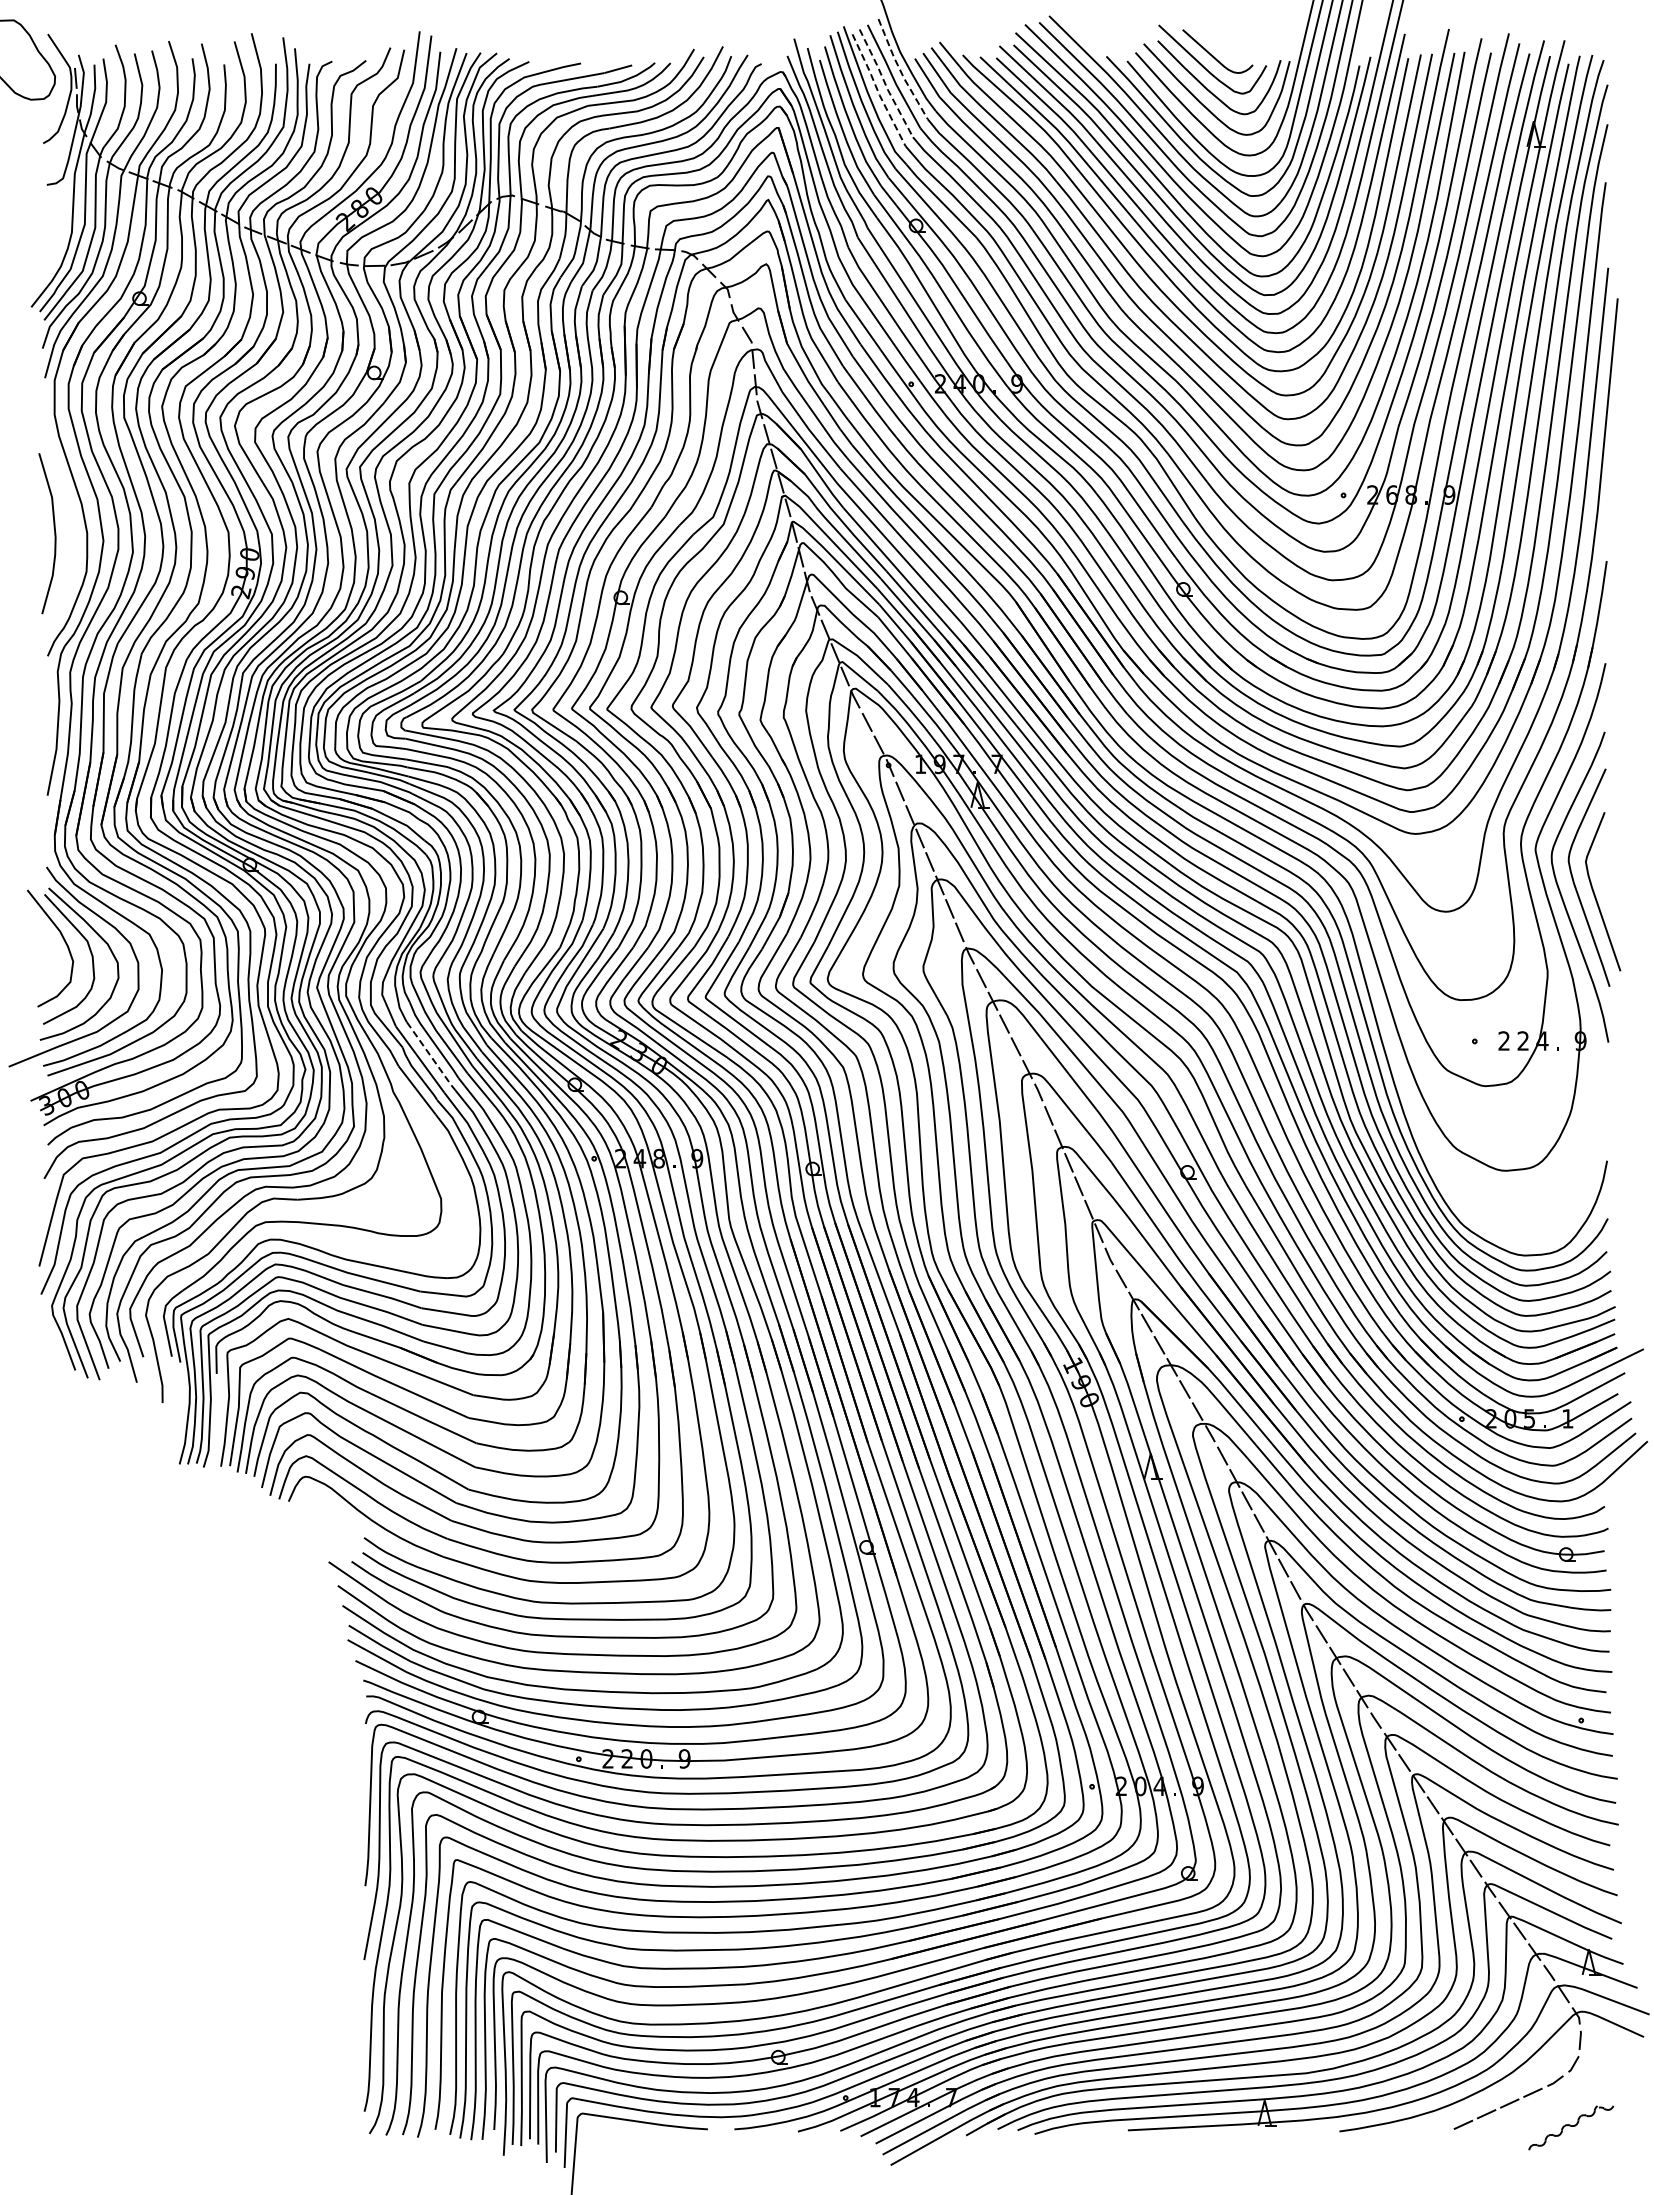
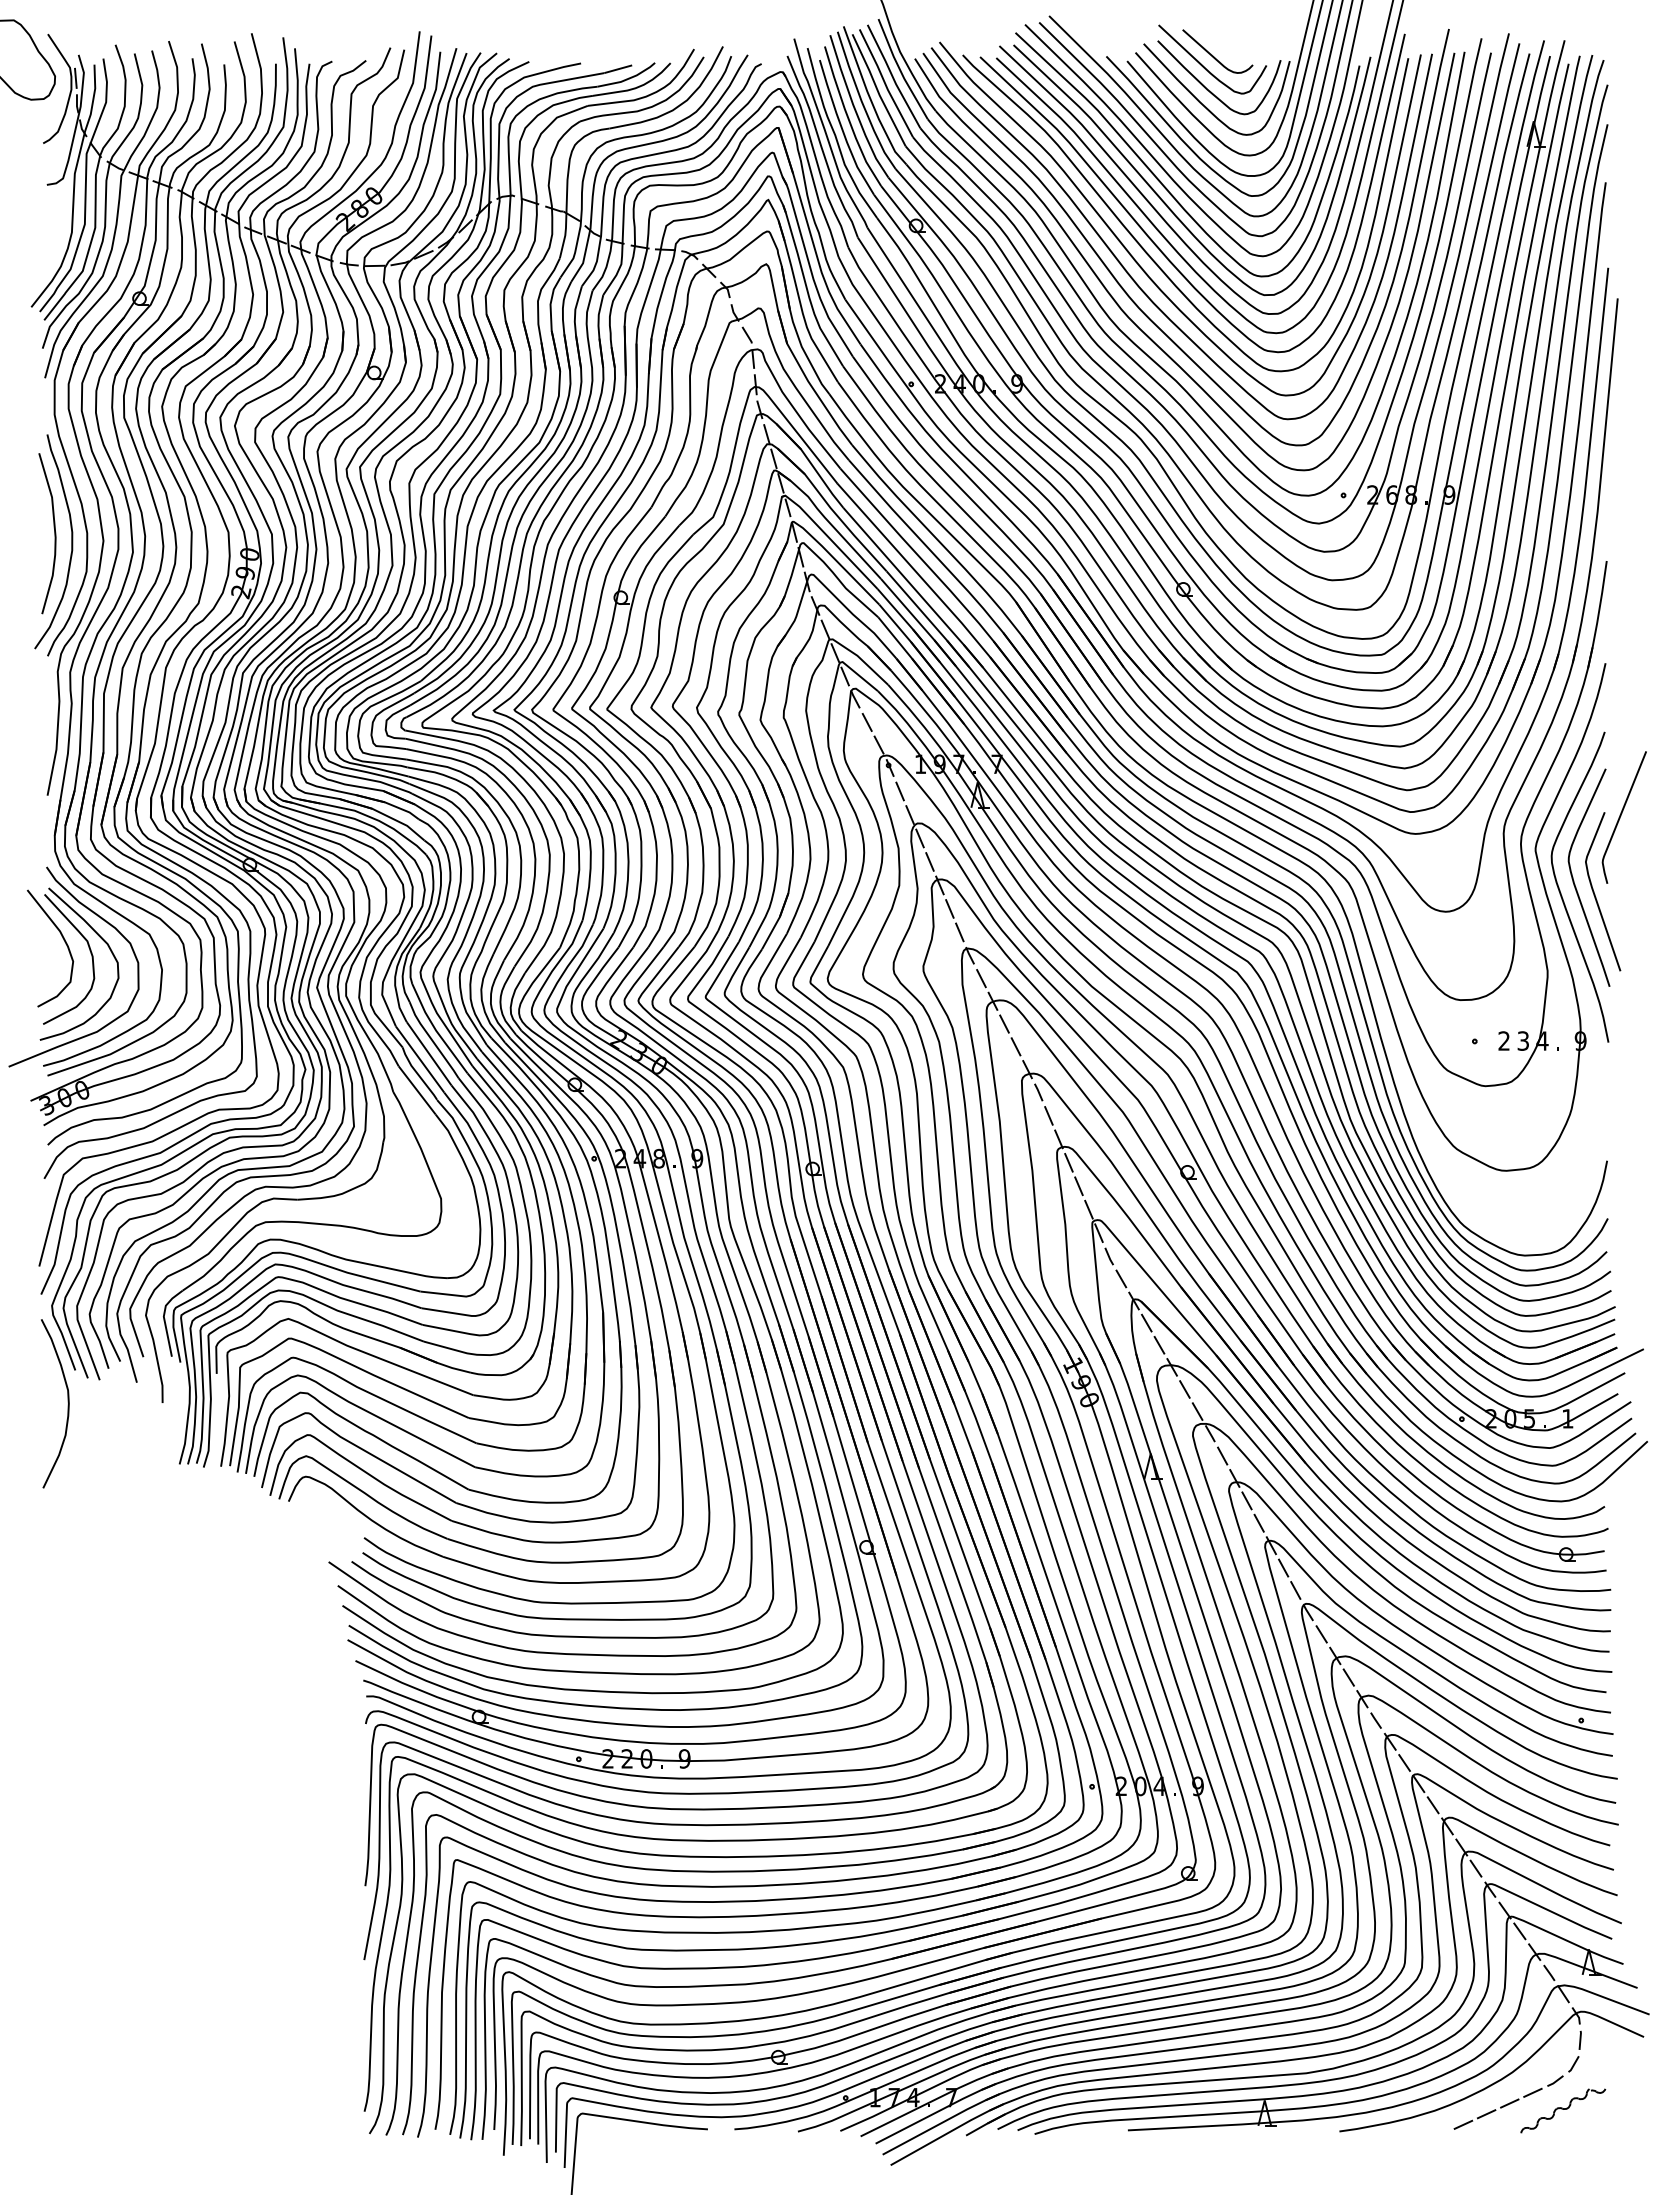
line at (900, 70): dashed -> solid
line at (885, 83): dashed -> solid
line at (877, 91): dashed -> solid
curve at (71, 541): none -> present
curve at (1621, 816): none -> present
text at (1522, 1040): 2 -> 3
line at (429, 1053): dashed -> solid
curve at (67, 1402): none -> present
part at (1571, 2127) position: (1571, 2127) -> (1563, 2110)
